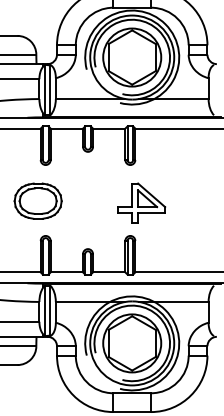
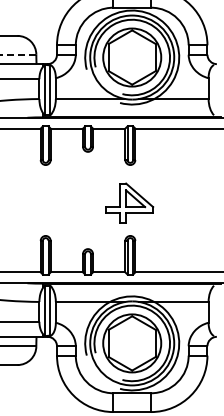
line at (18, 54): solid -> dashed
part at (37, 200): present -> none
part at (141, 202) position: (141, 202) -> (129, 202)
